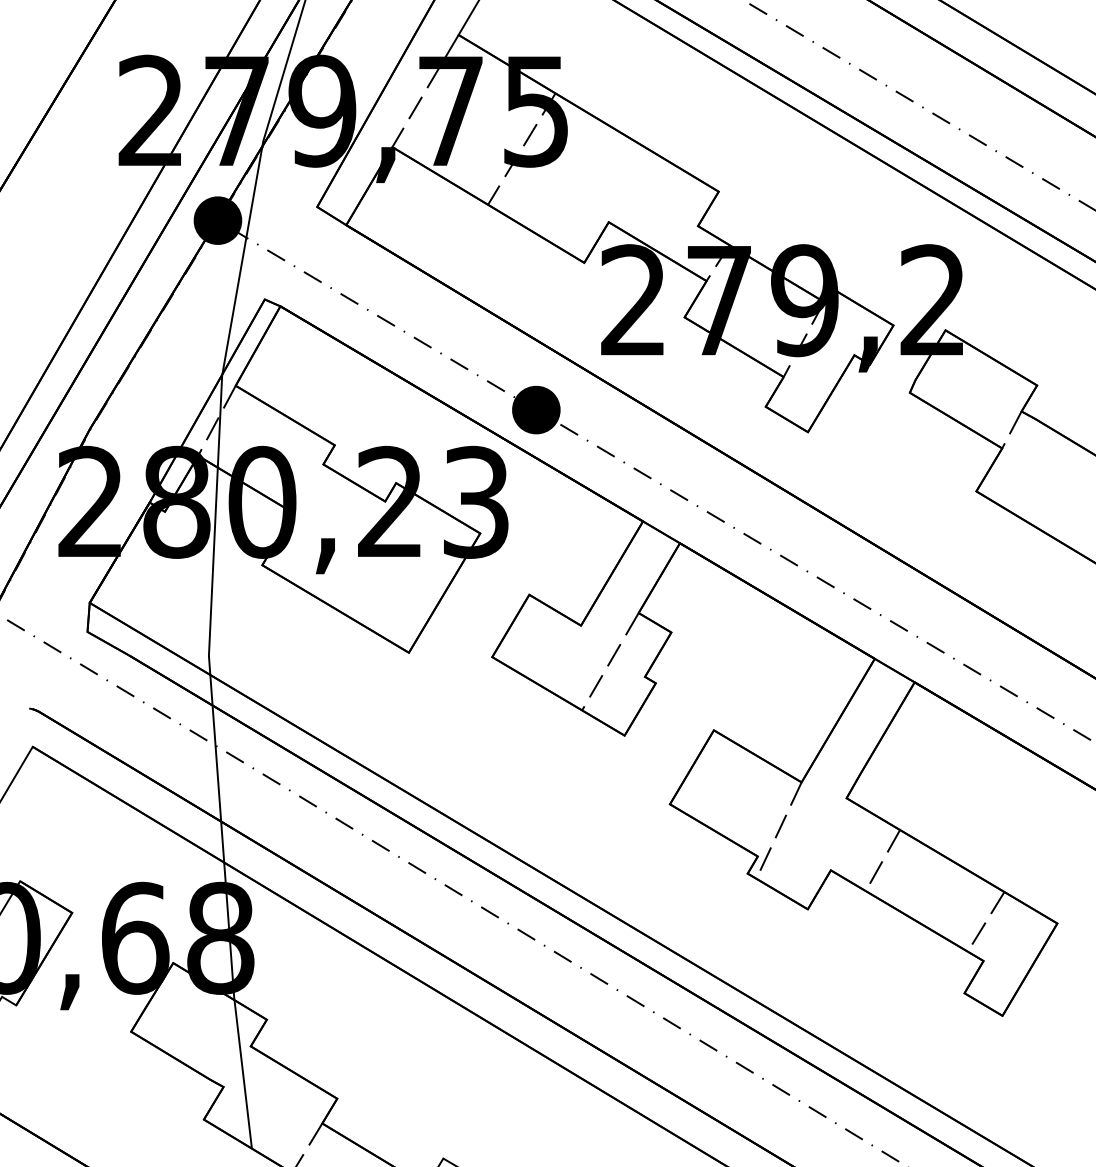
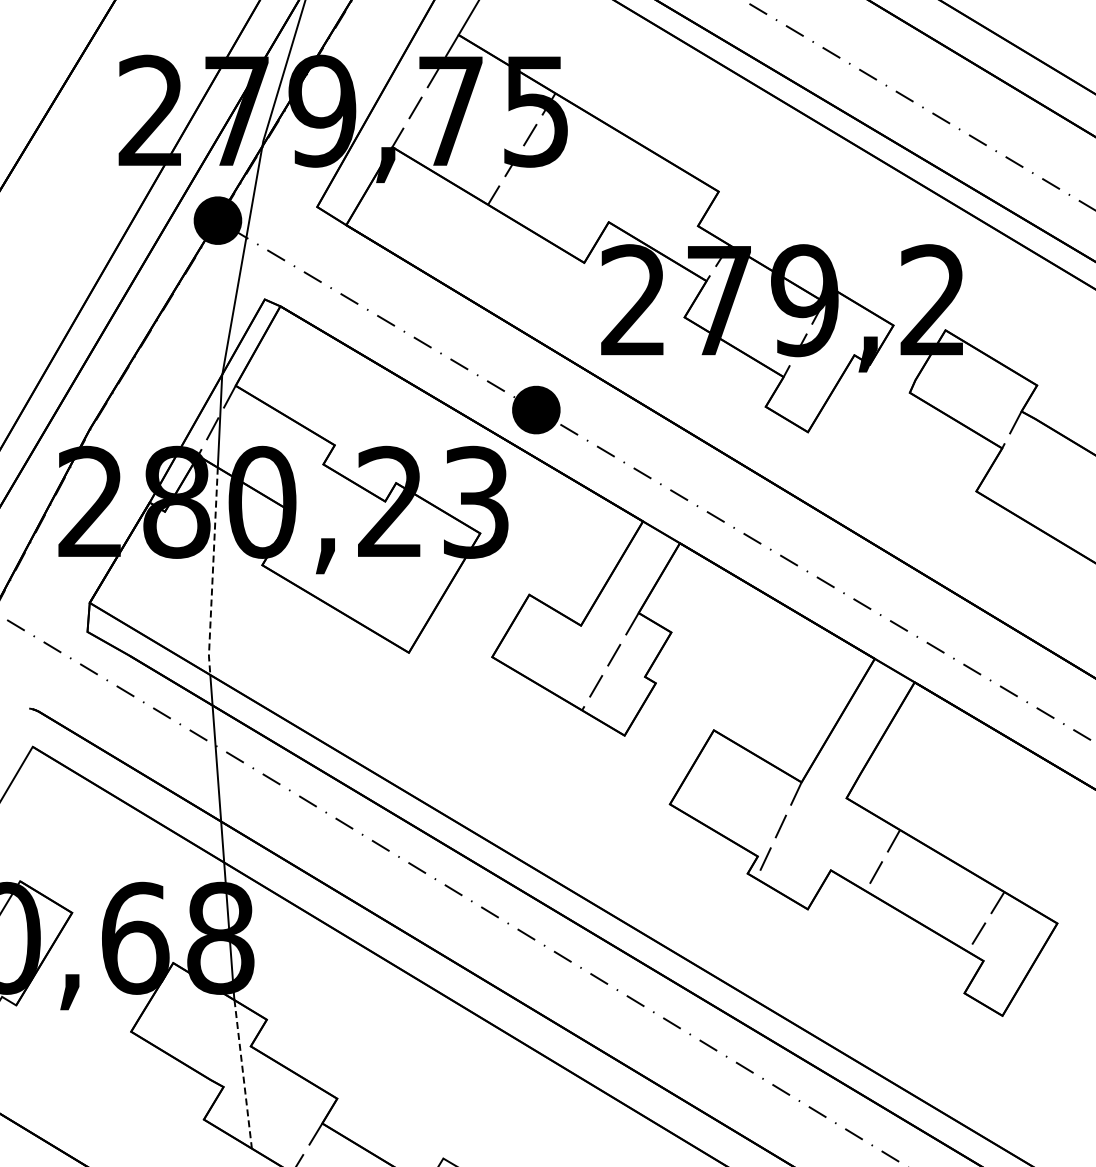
line at (212, 572): solid -> dashed
line at (243, 1074): solid -> dashed
